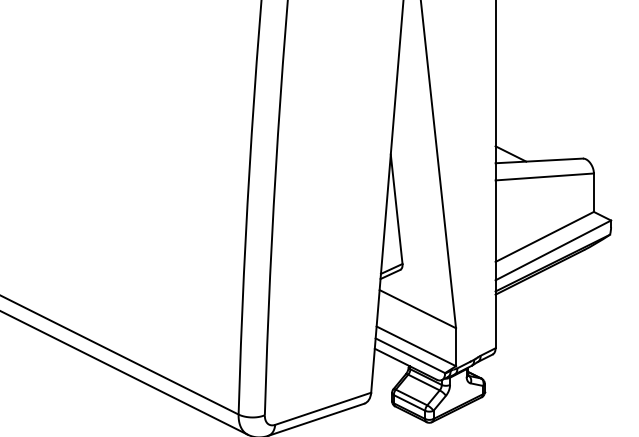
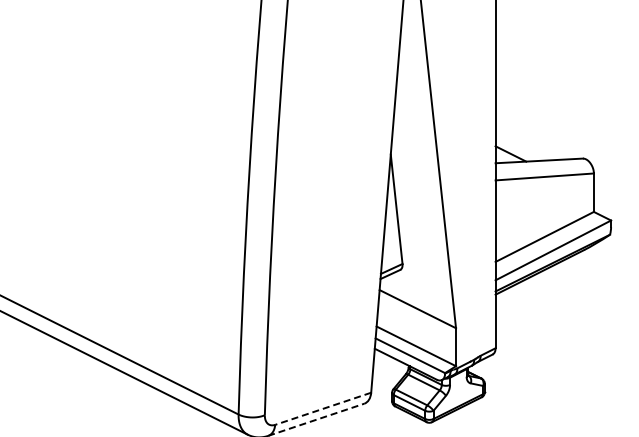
line at (323, 408): solid -> dashed
line at (316, 419): solid -> dashed
